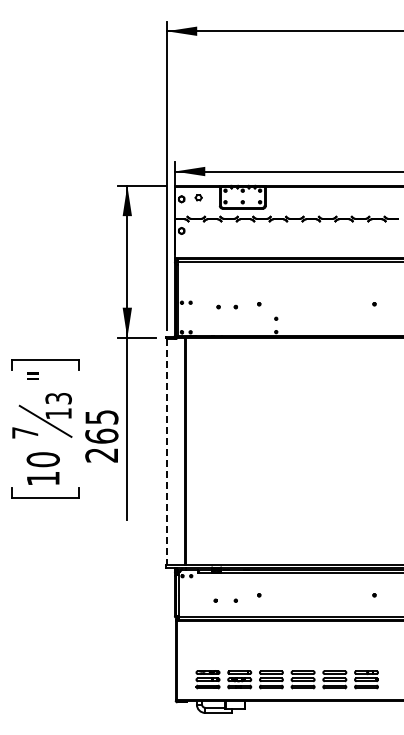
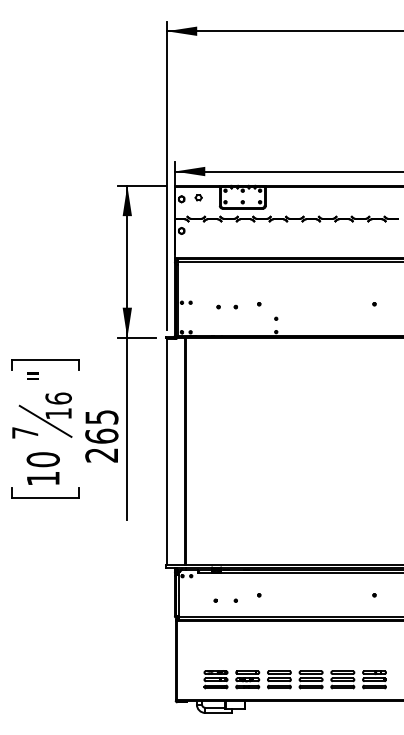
text at (58, 398): 13 -> 16
line at (166, 452): dashed -> solid
part at (286, 679) position: (286, 679) -> (294, 679)
